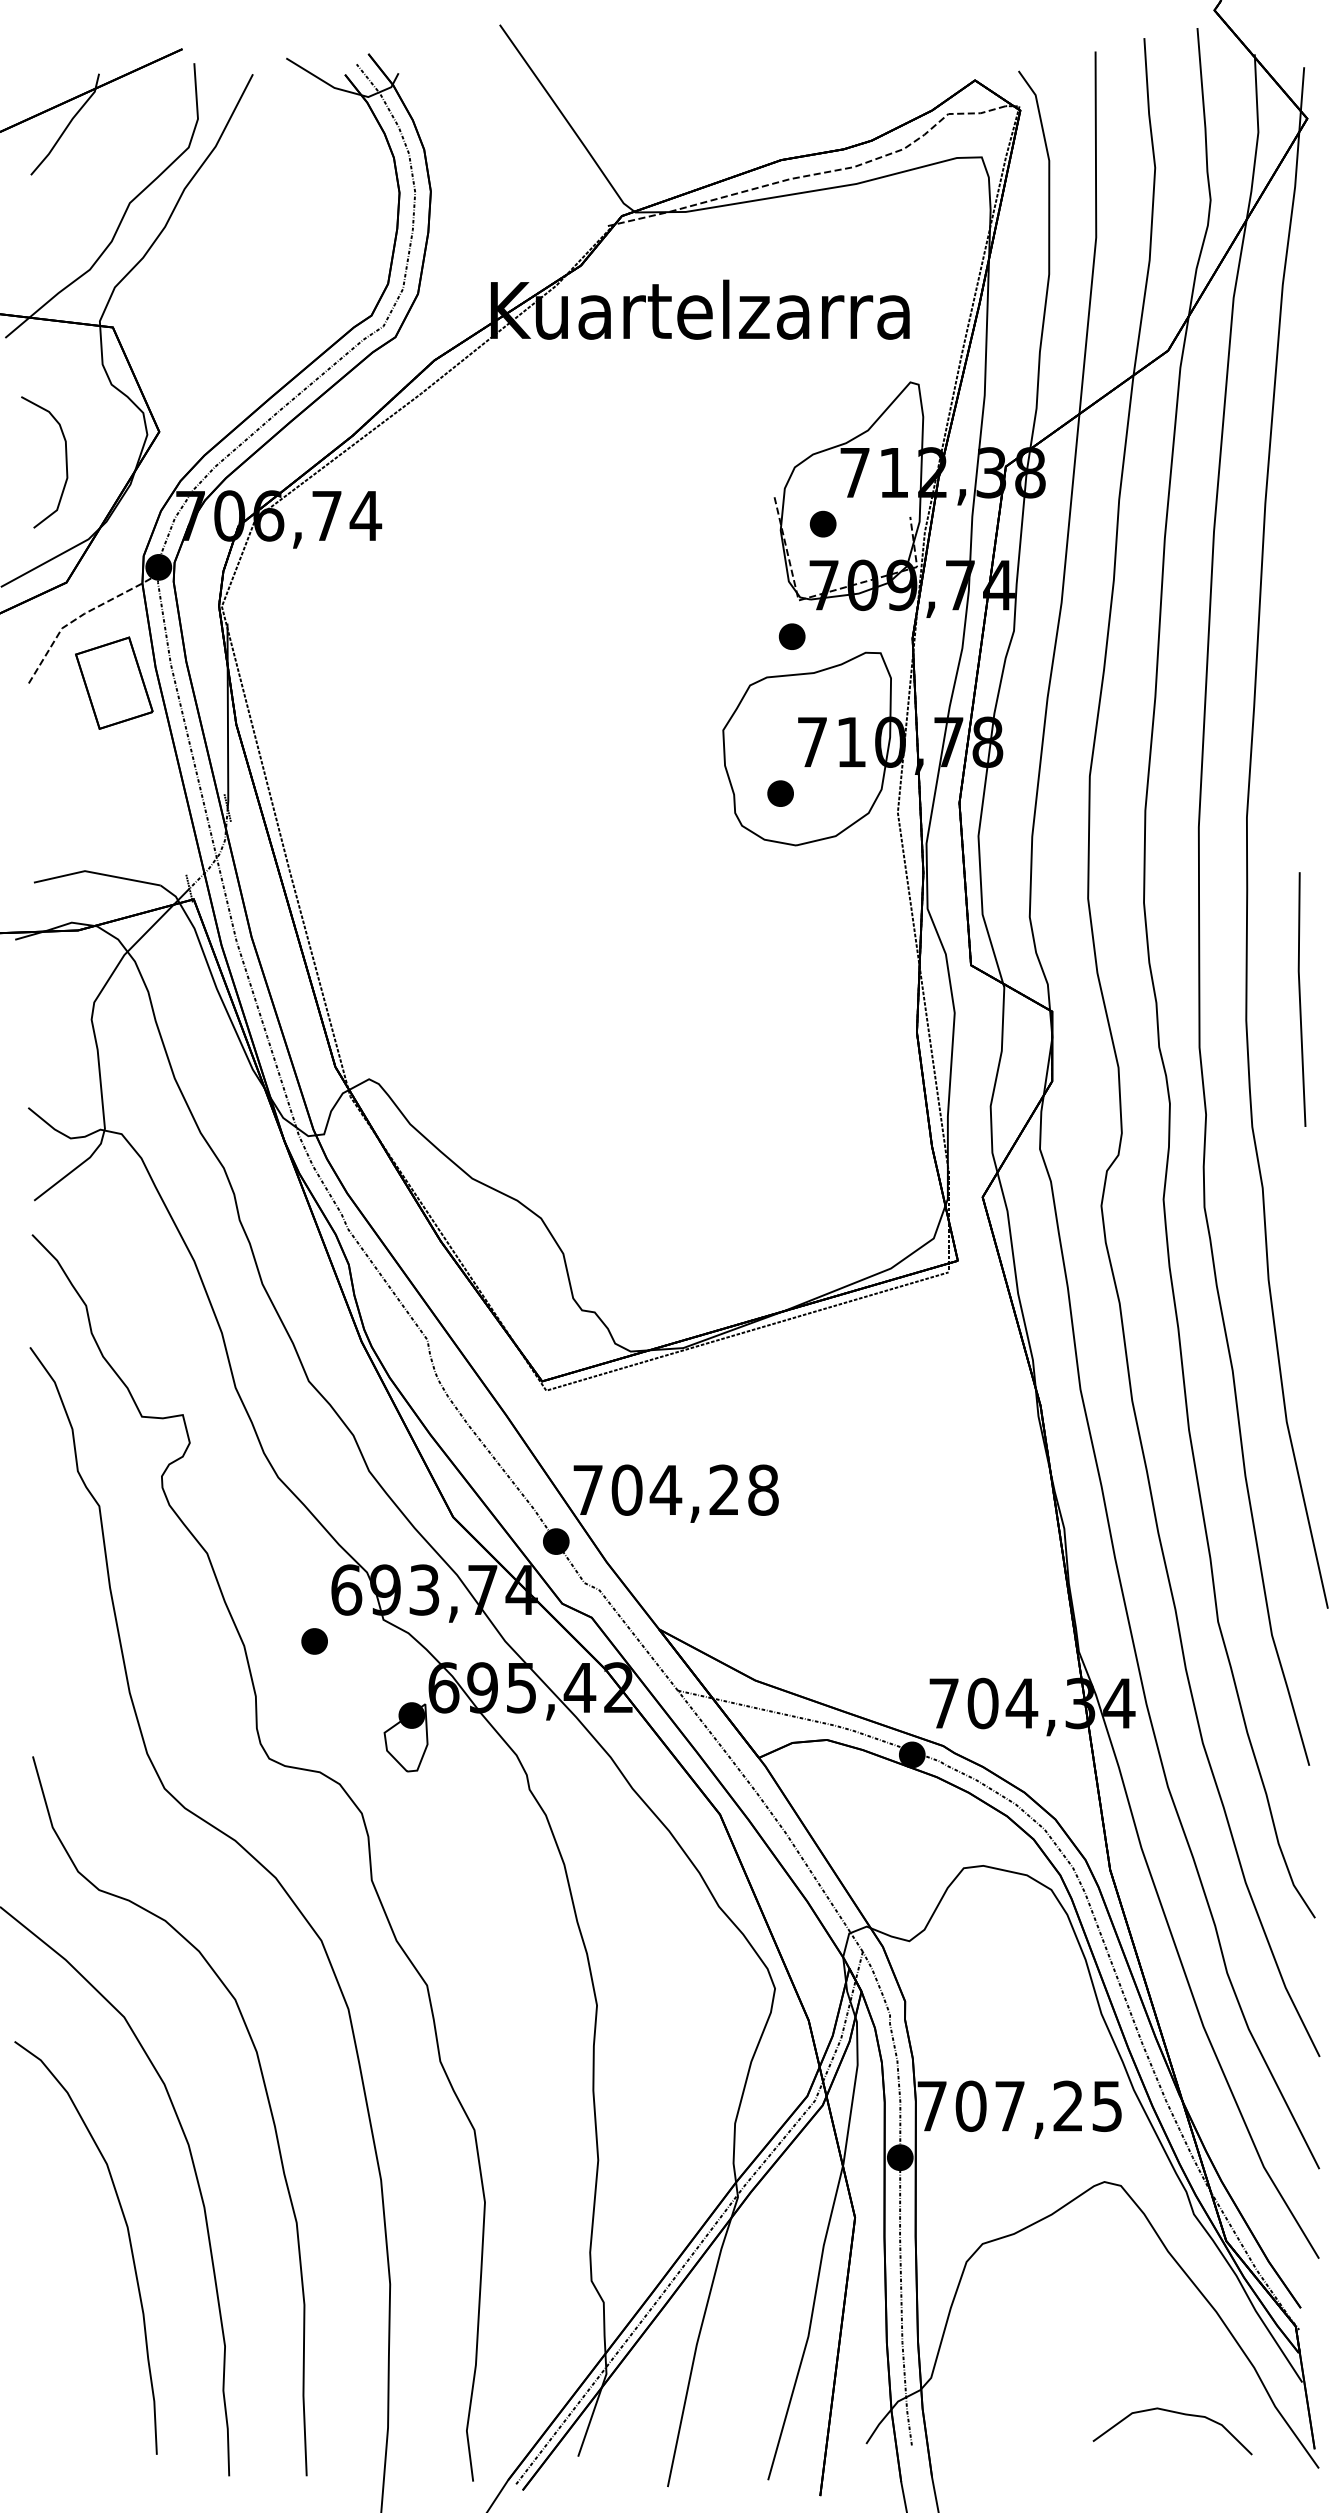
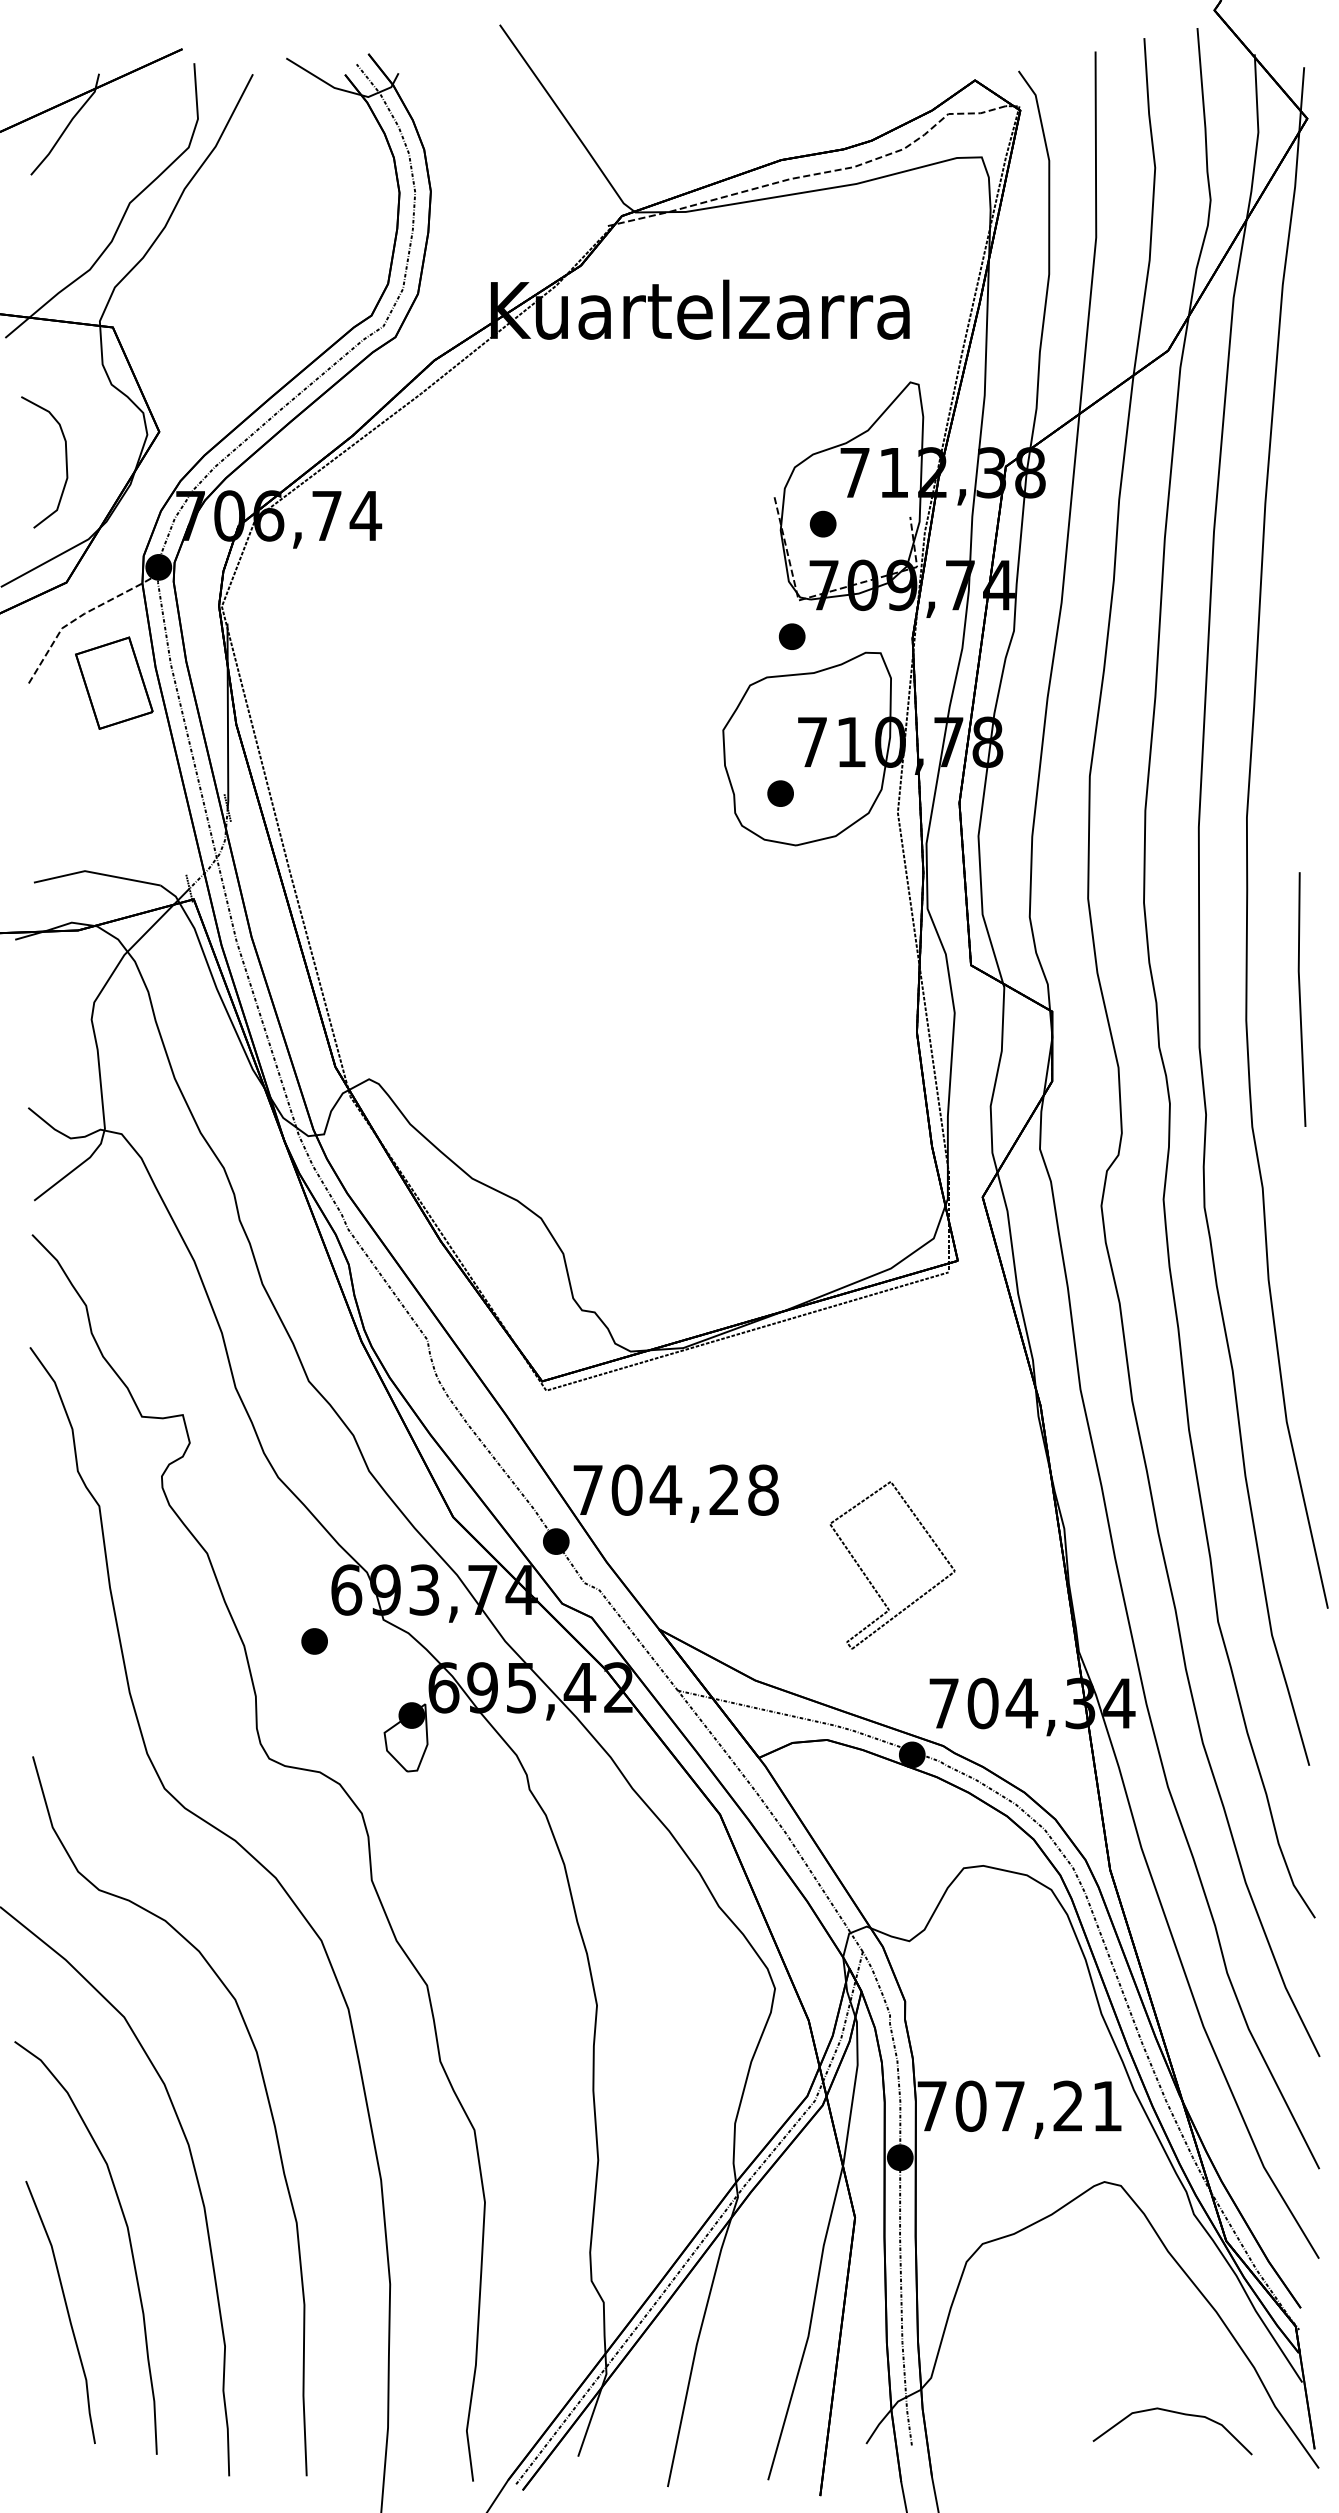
part at (871, 1582): none -> present
text at (1106, 2106): 707,25 -> 707,21
part at (66, 2310): none -> present
